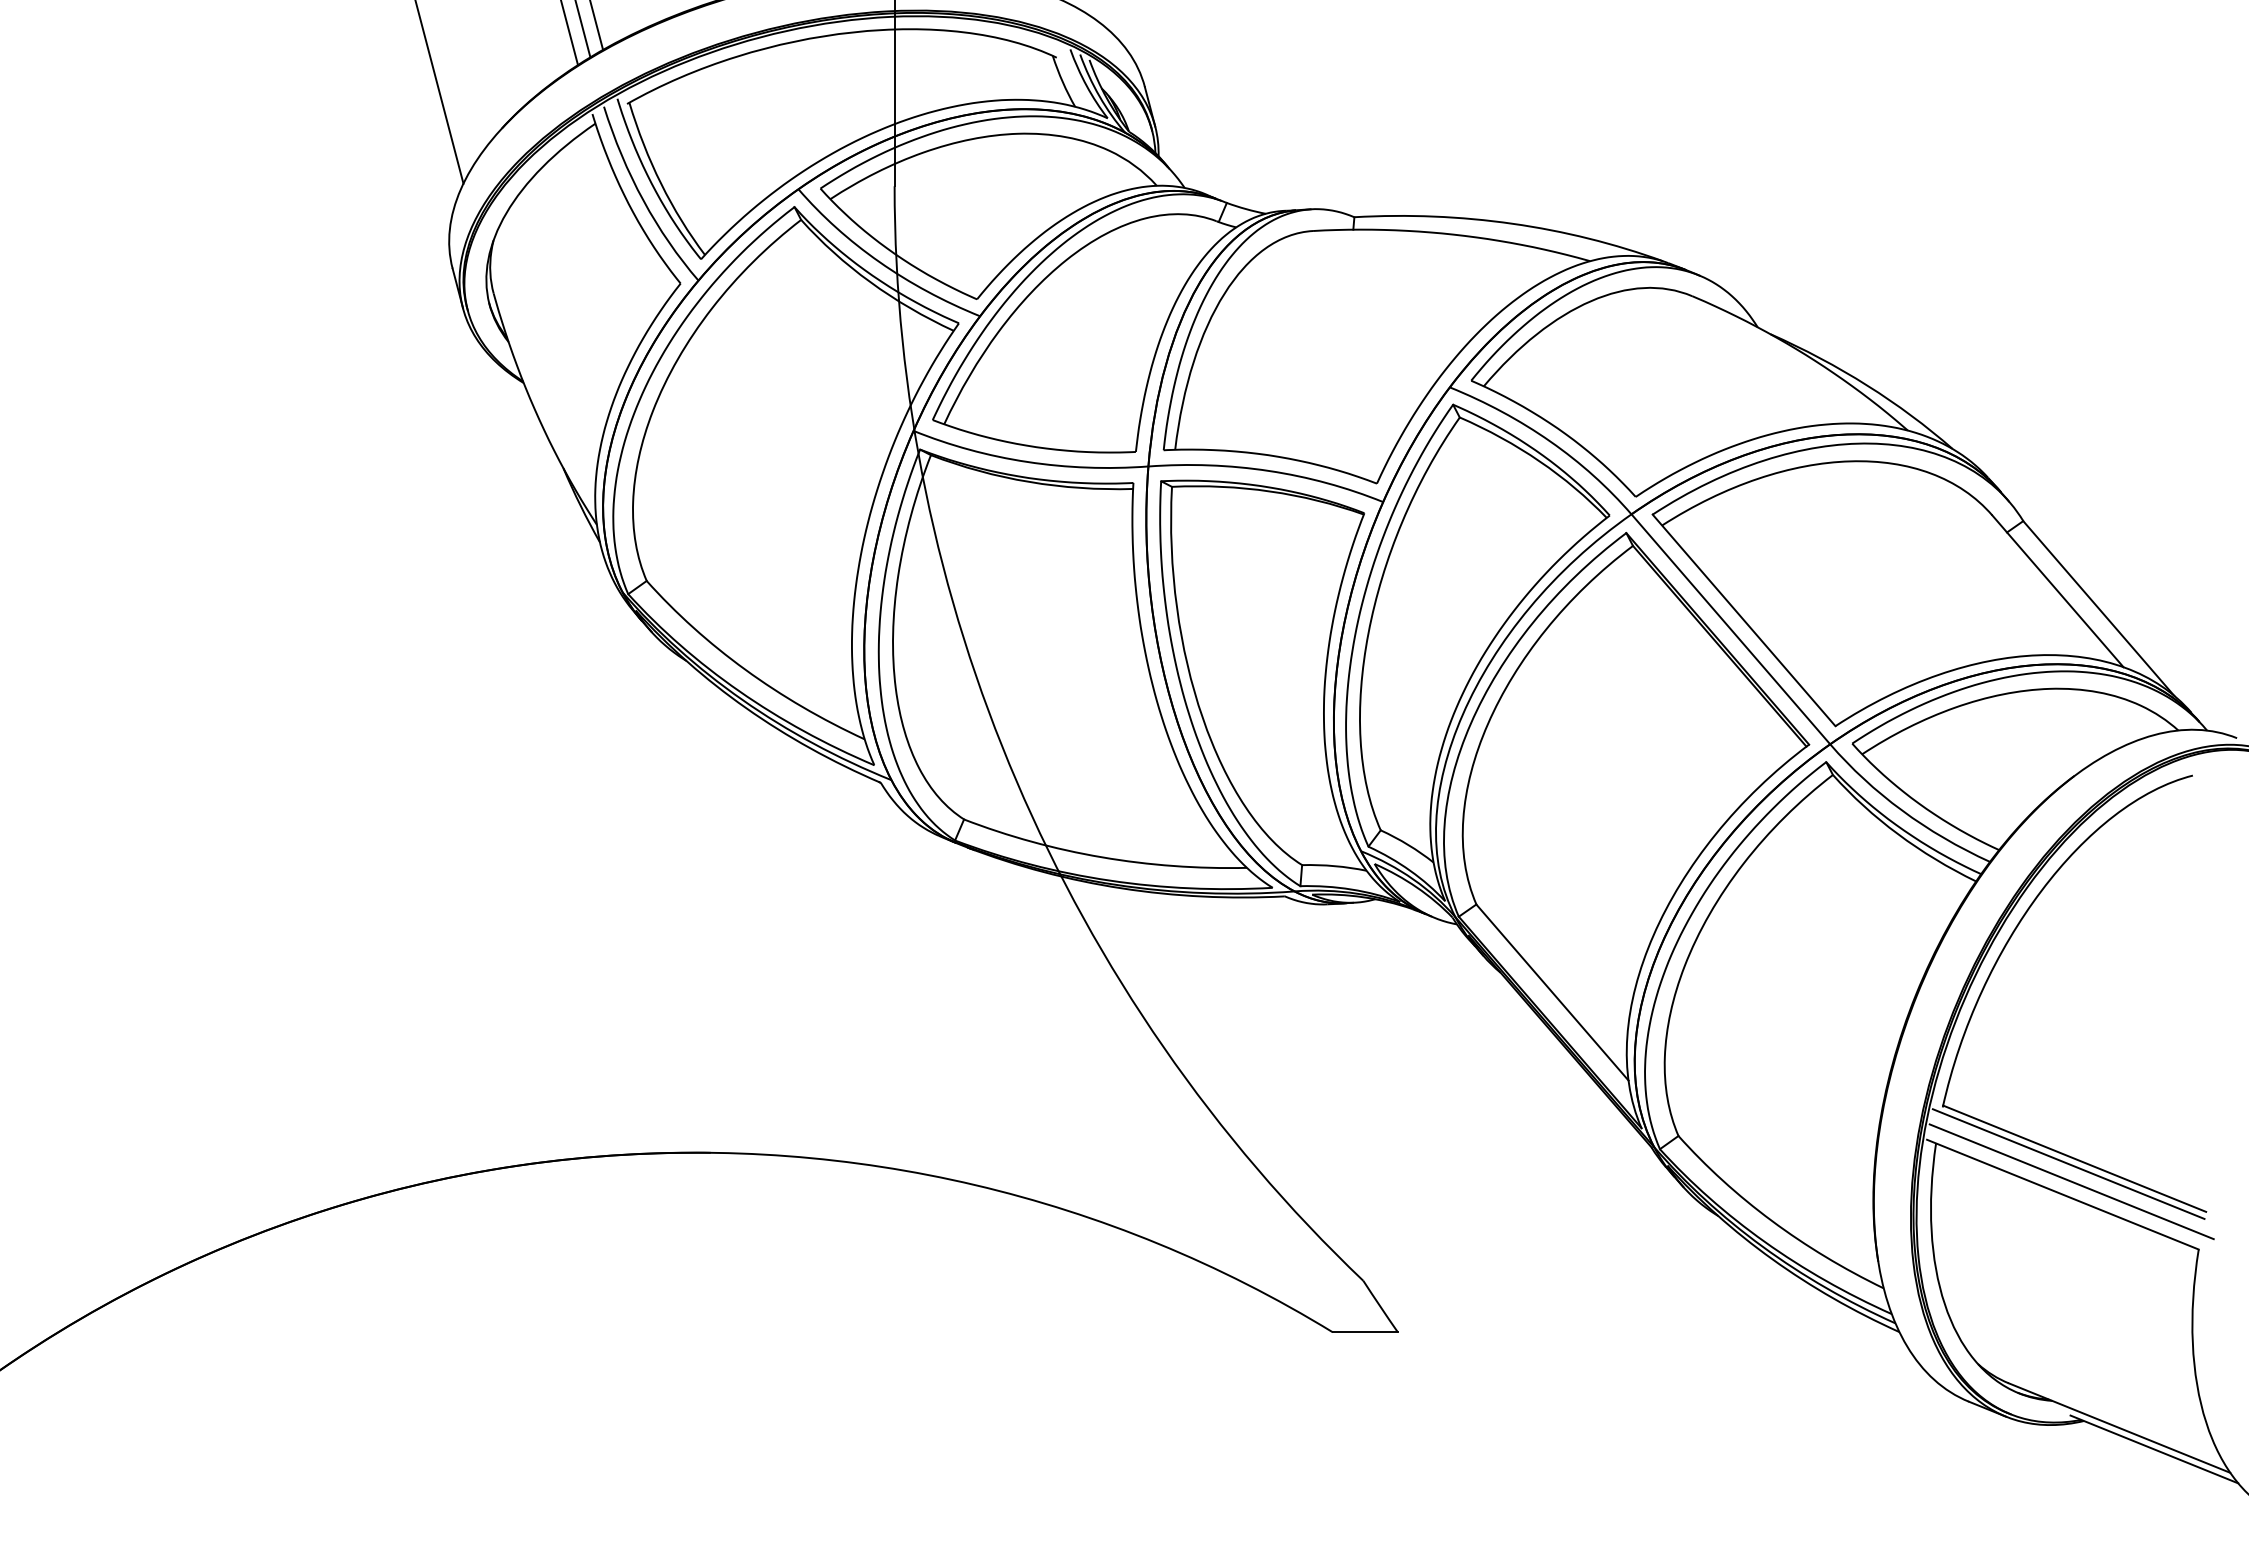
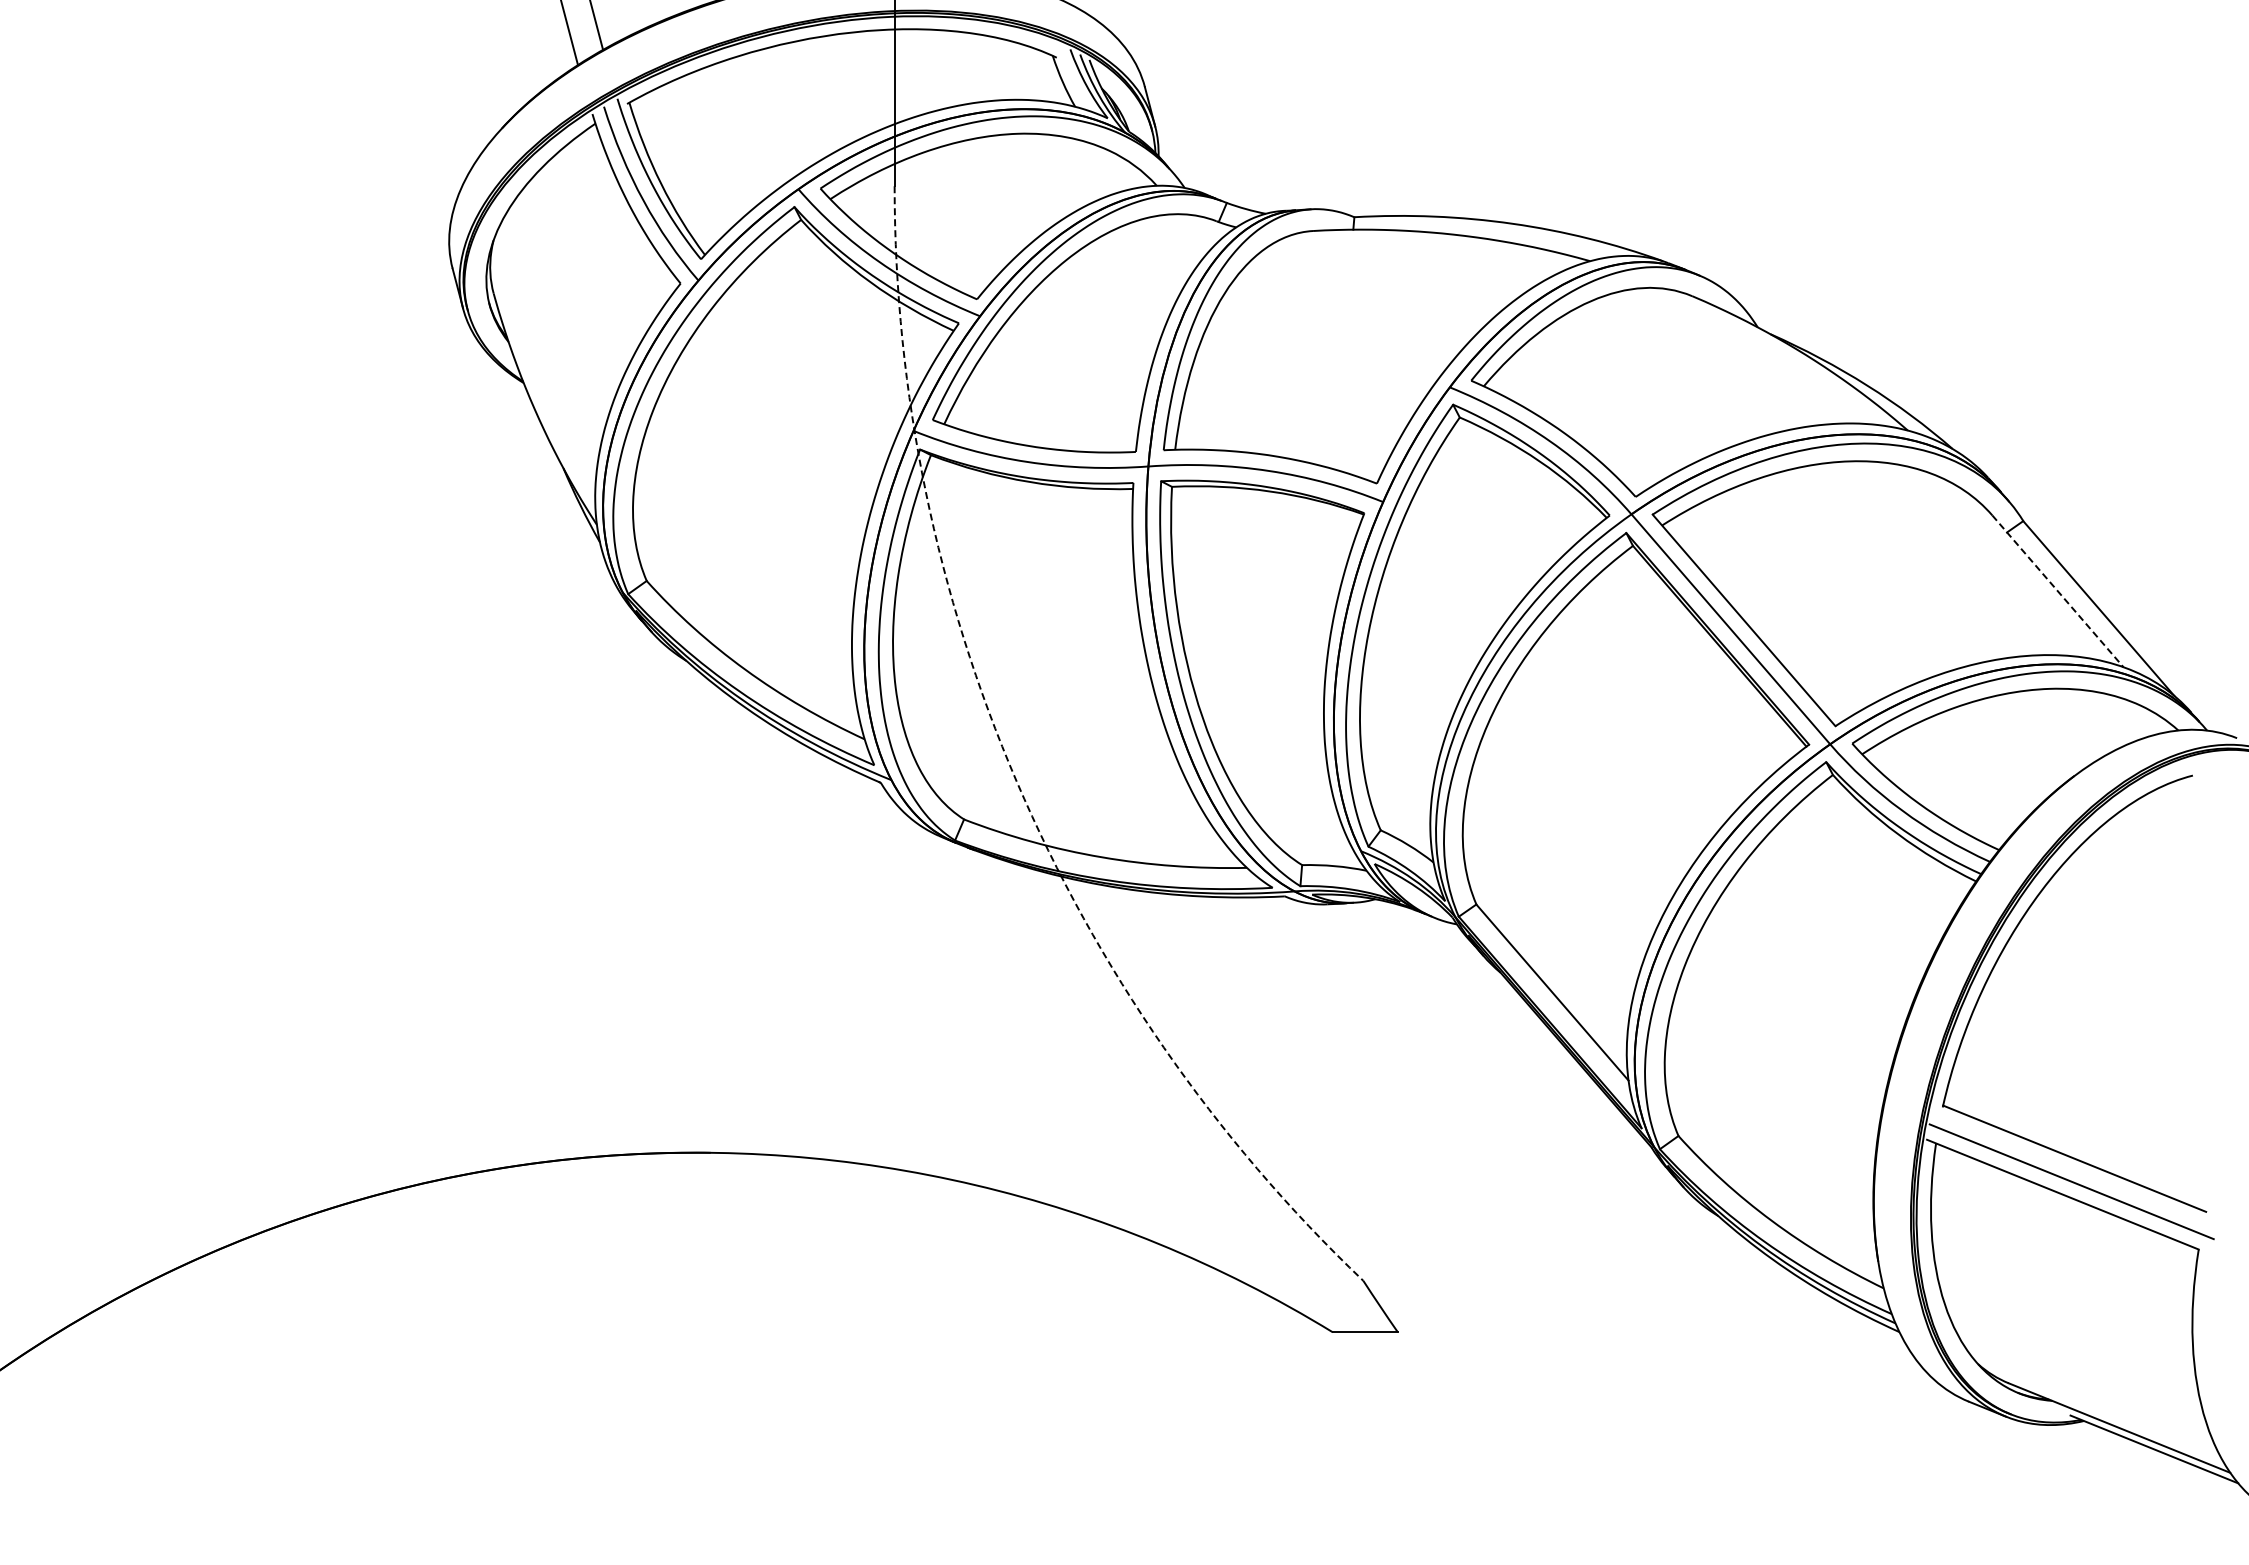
line at (583, 29): present -> none
line at (439, 92): present -> none
line at (2058, 591): solid -> dashed
arc at (1016, 781): solid -> dashed
line at (2068, 1163): present -> none
